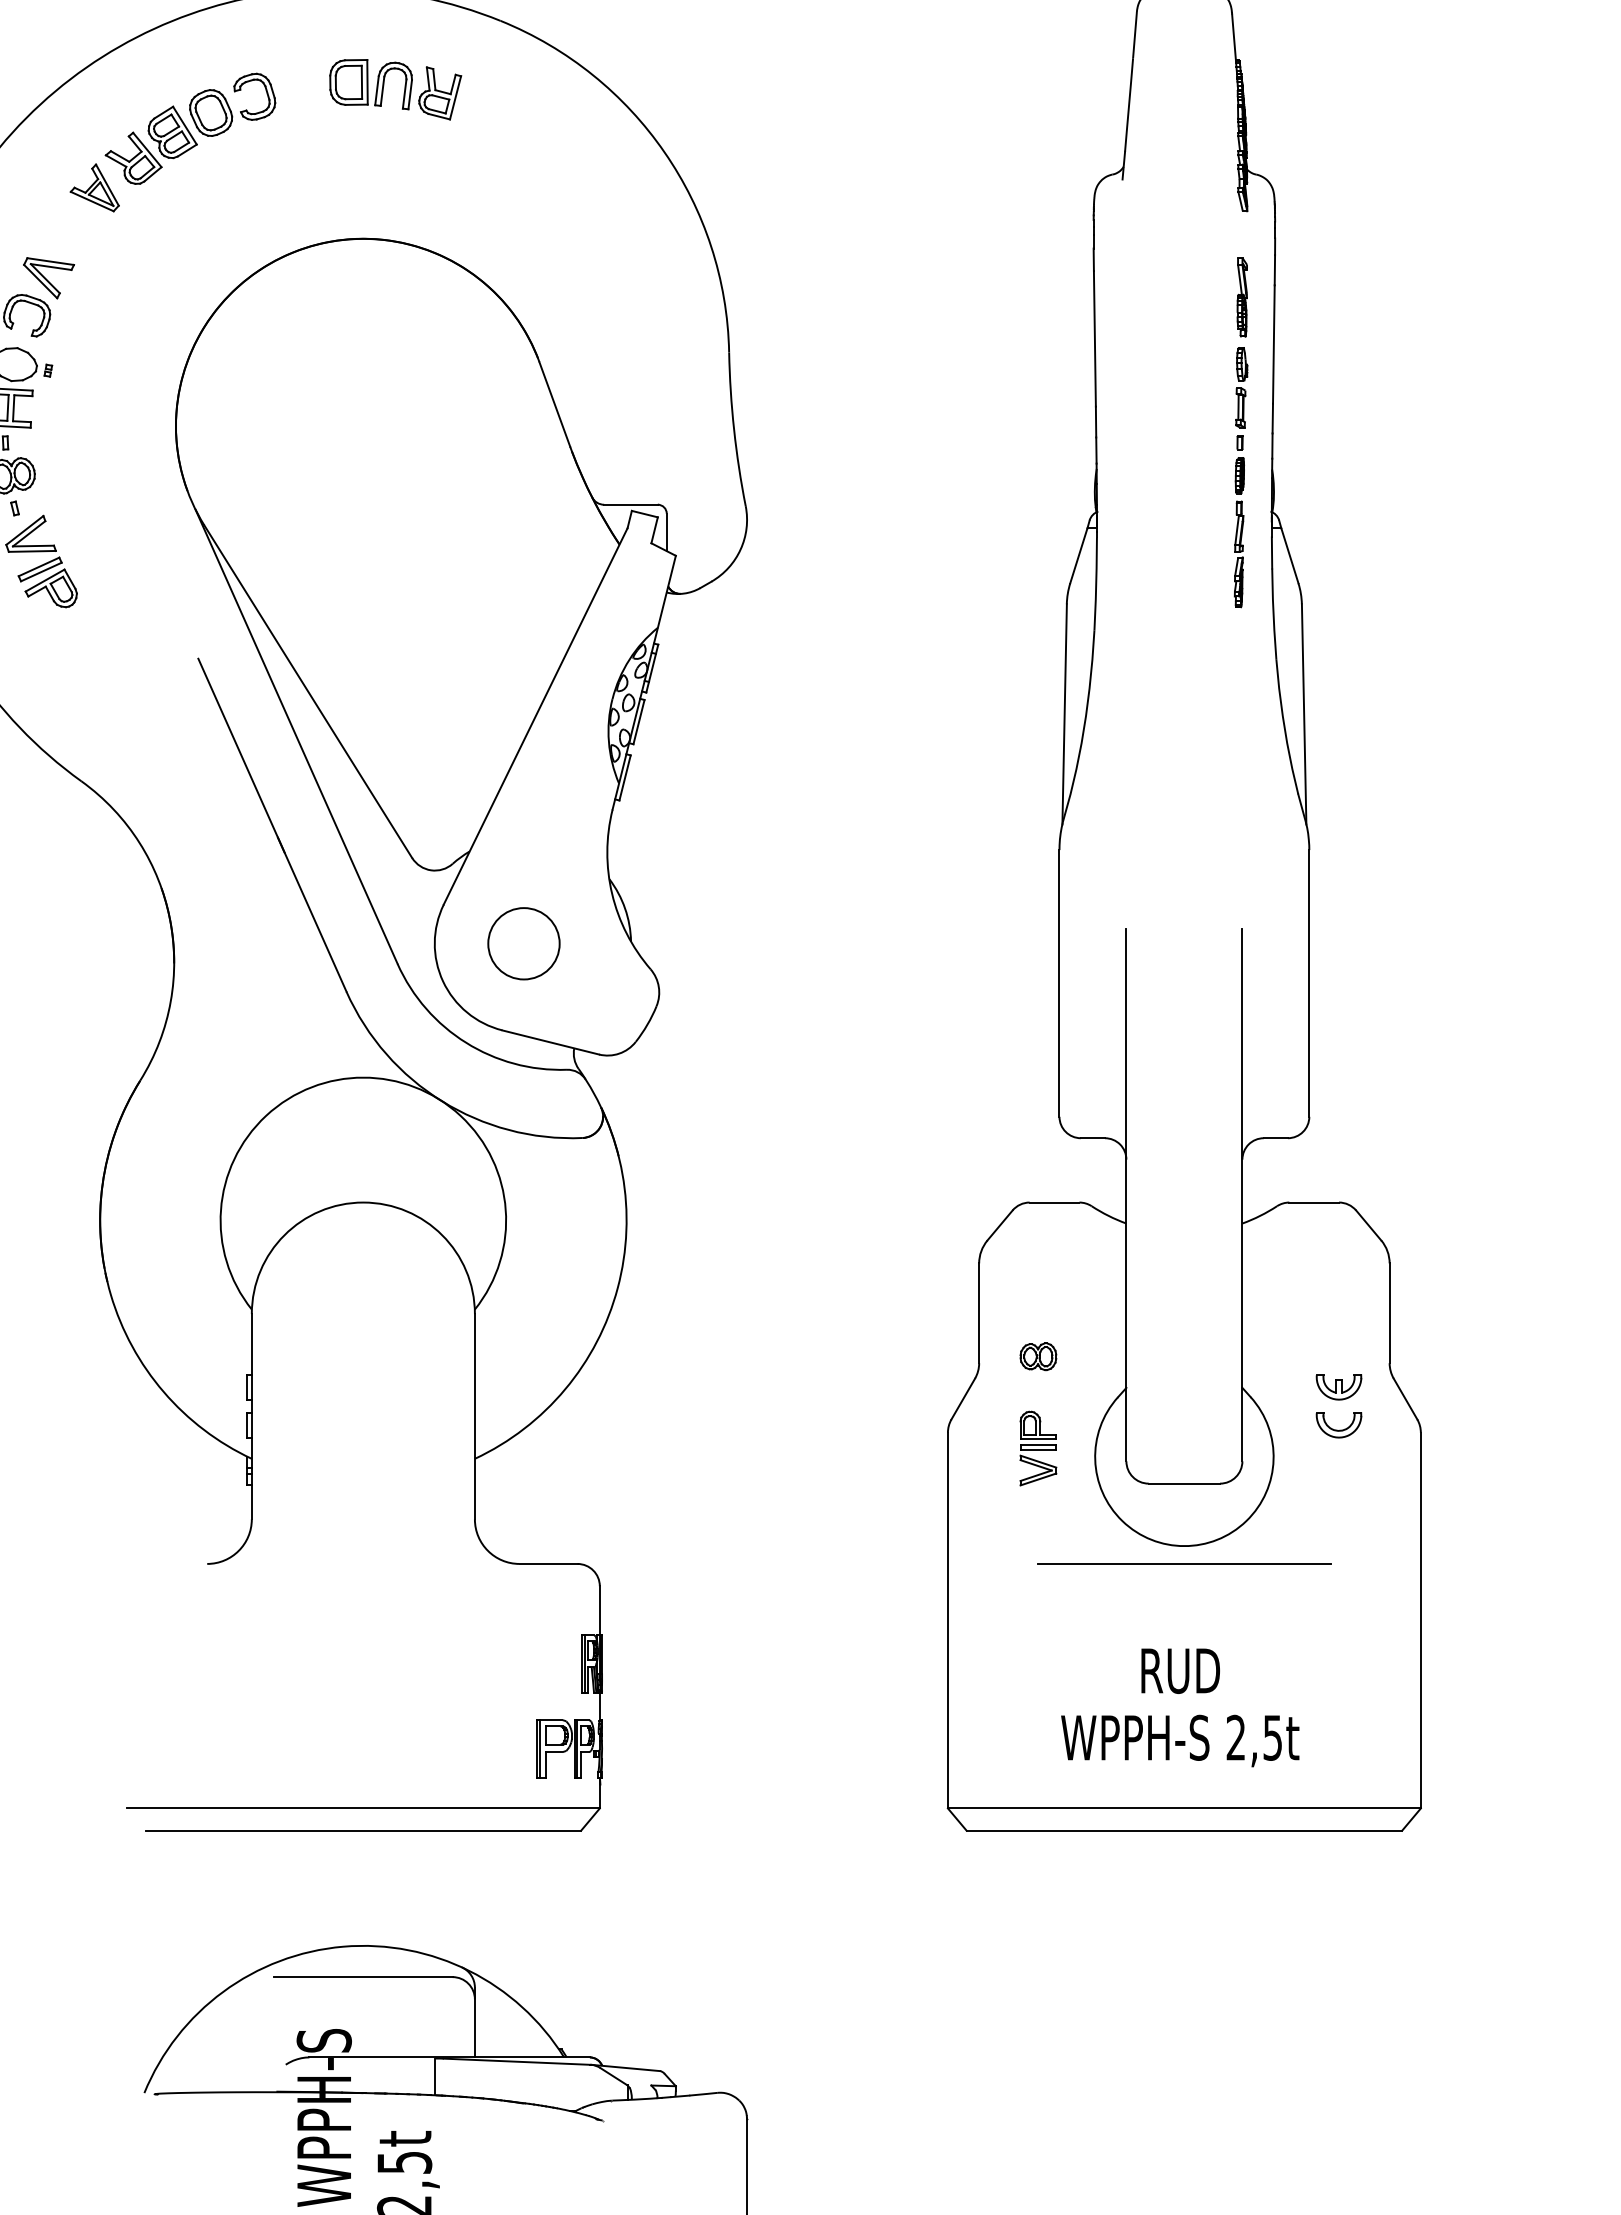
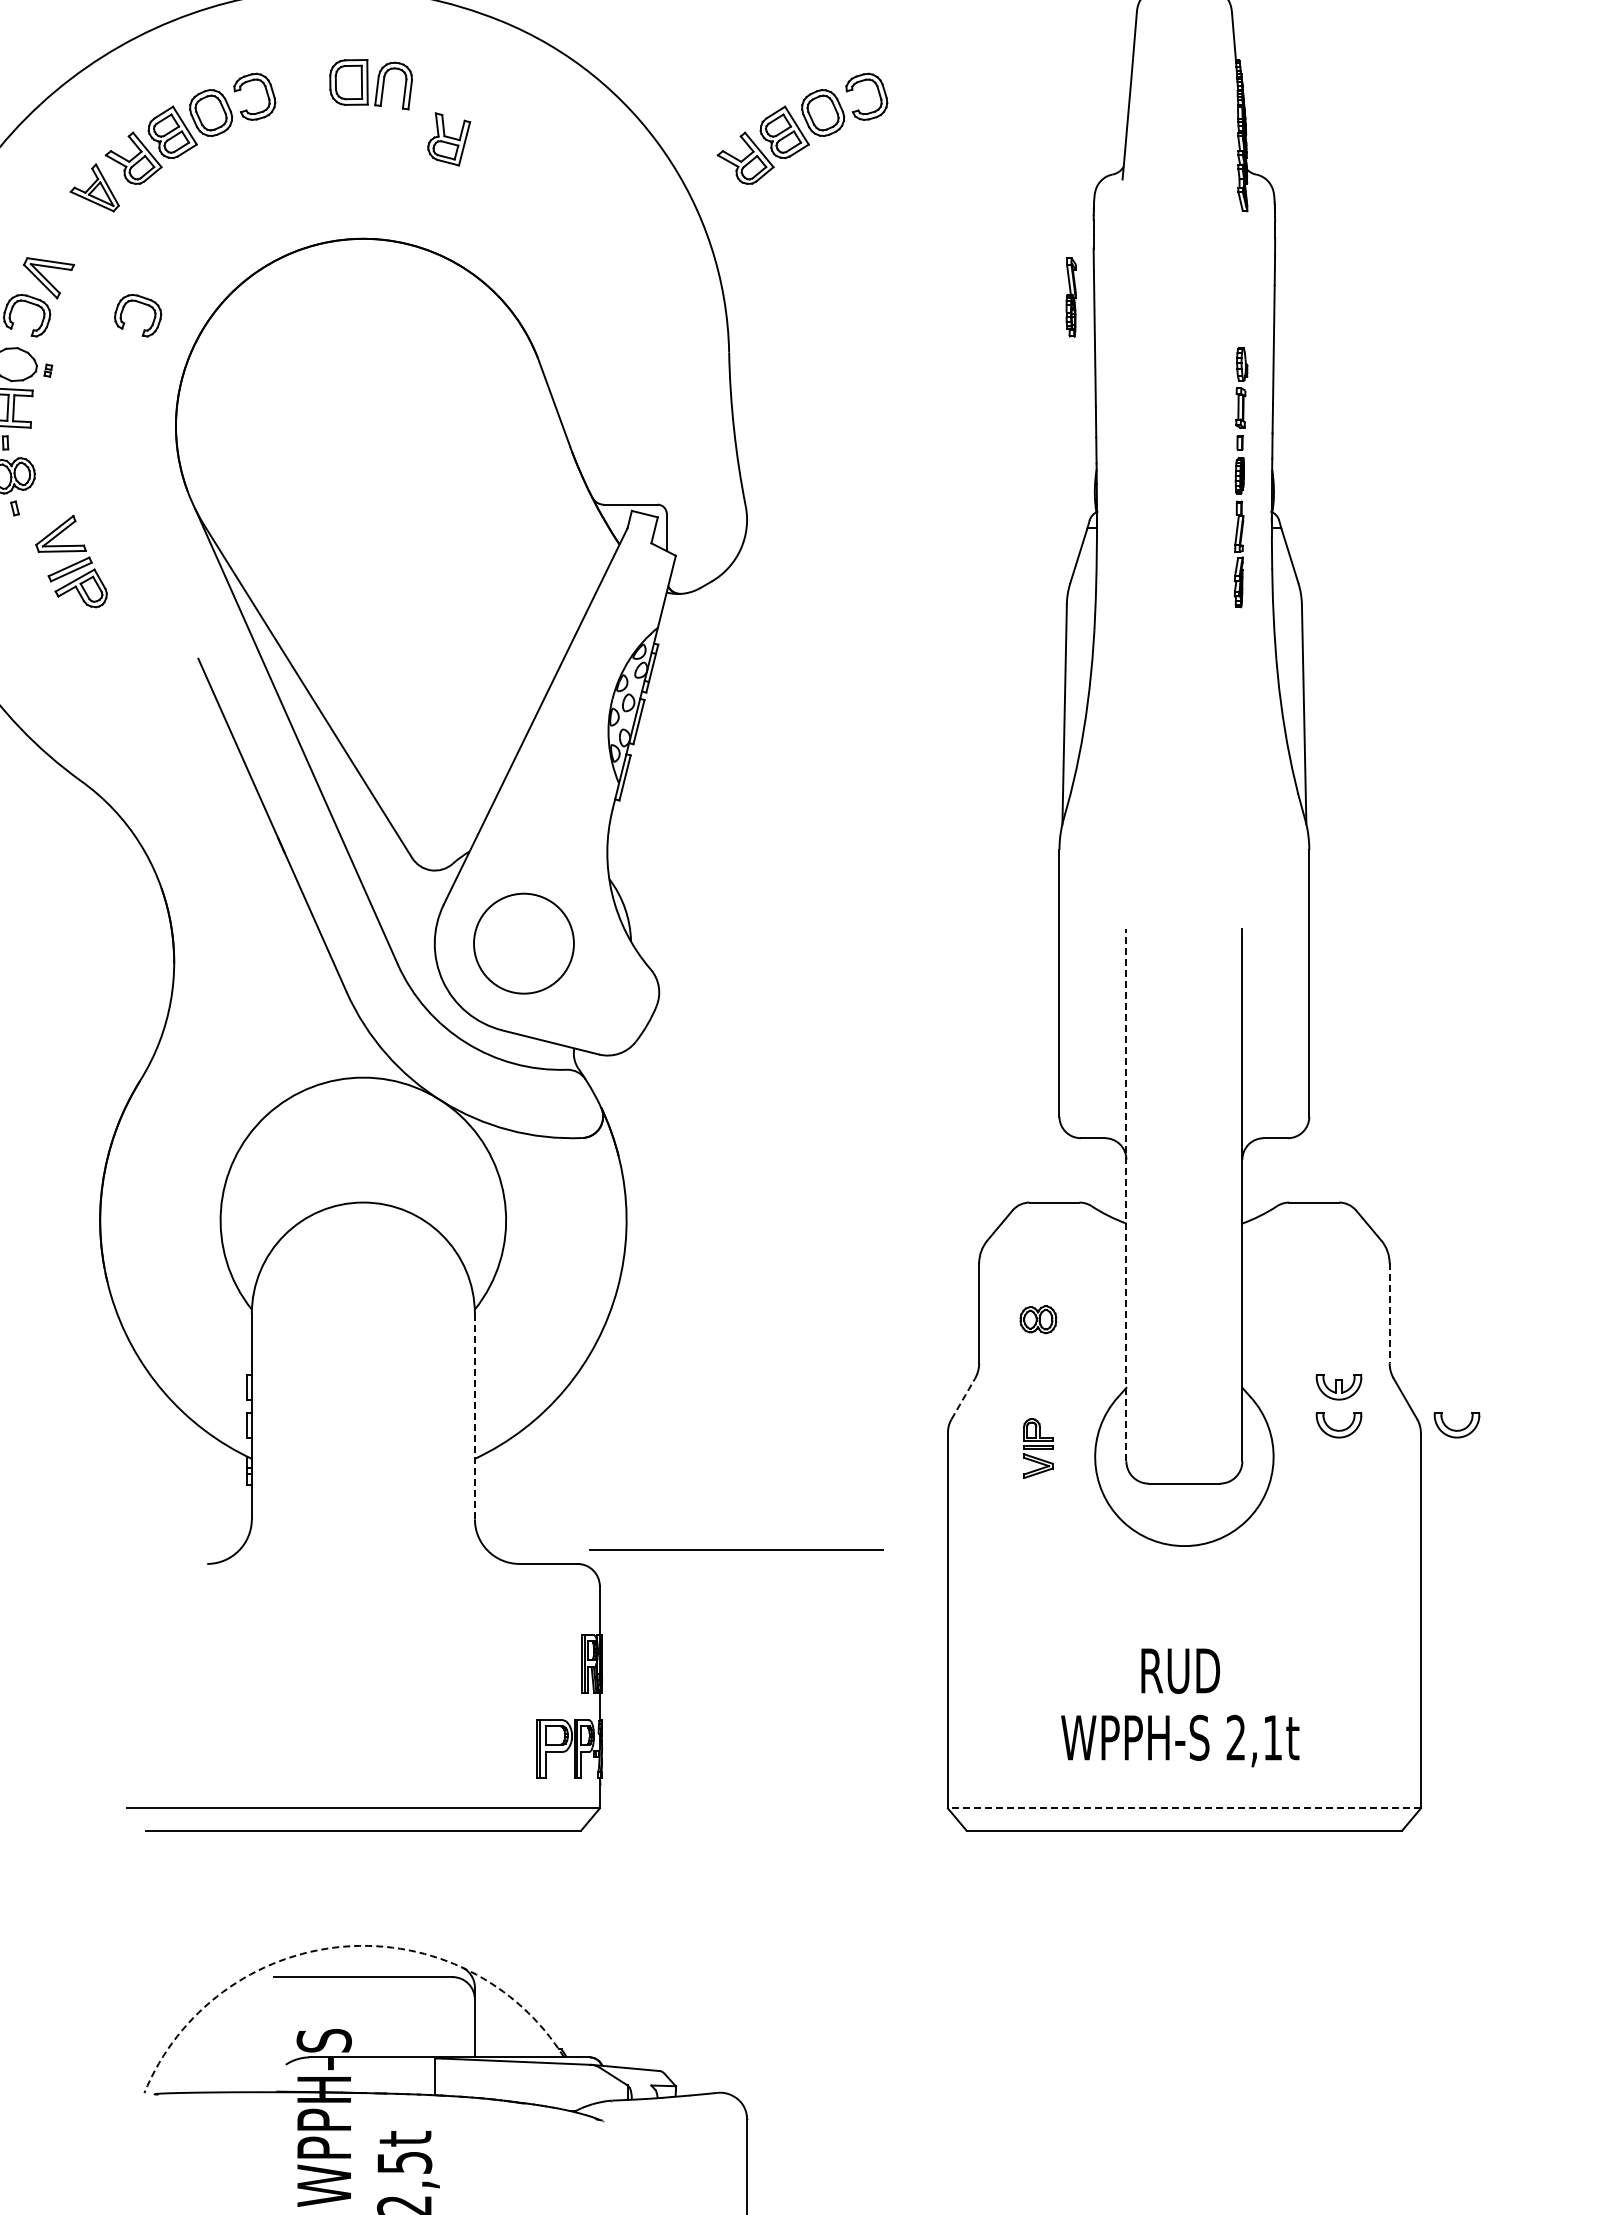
part at (440, 93) position: (440, 93) -> (449, 139)
part at (802, 128): none -> present
part at (1241, 297) position: (1241, 297) -> (1070, 297)
part at (142, 304): none -> present
part at (41, 561) position: (41, 561) -> (71, 561)
circle at (523, 943) size: 74x74 px -> 102x103 px
line at (1126, 1194): solid -> dashed
line at (1389, 1313): solid -> dashed
part at (1038, 1356) position: (1038, 1356) -> (1038, 1319)
line at (963, 1398): solid -> dashed
line at (474, 1416): solid -> dashed
part at (1456, 1425): none -> present
part at (1038, 1448) size: 39x77 px -> 31x61 px
line at (1184, 1563) position: (1184, 1563) -> (736, 1549)
text at (1272, 1737): 2,5t -> 2,1t
line at (1183, 1808): solid -> dashed
arc at (343, 1946): solid -> dashed
